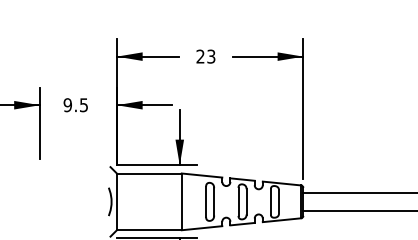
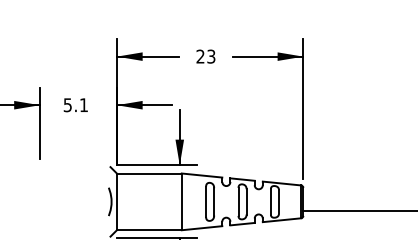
text at (75, 105): 9.5 -> 5.1
line at (358, 192): present -> none
